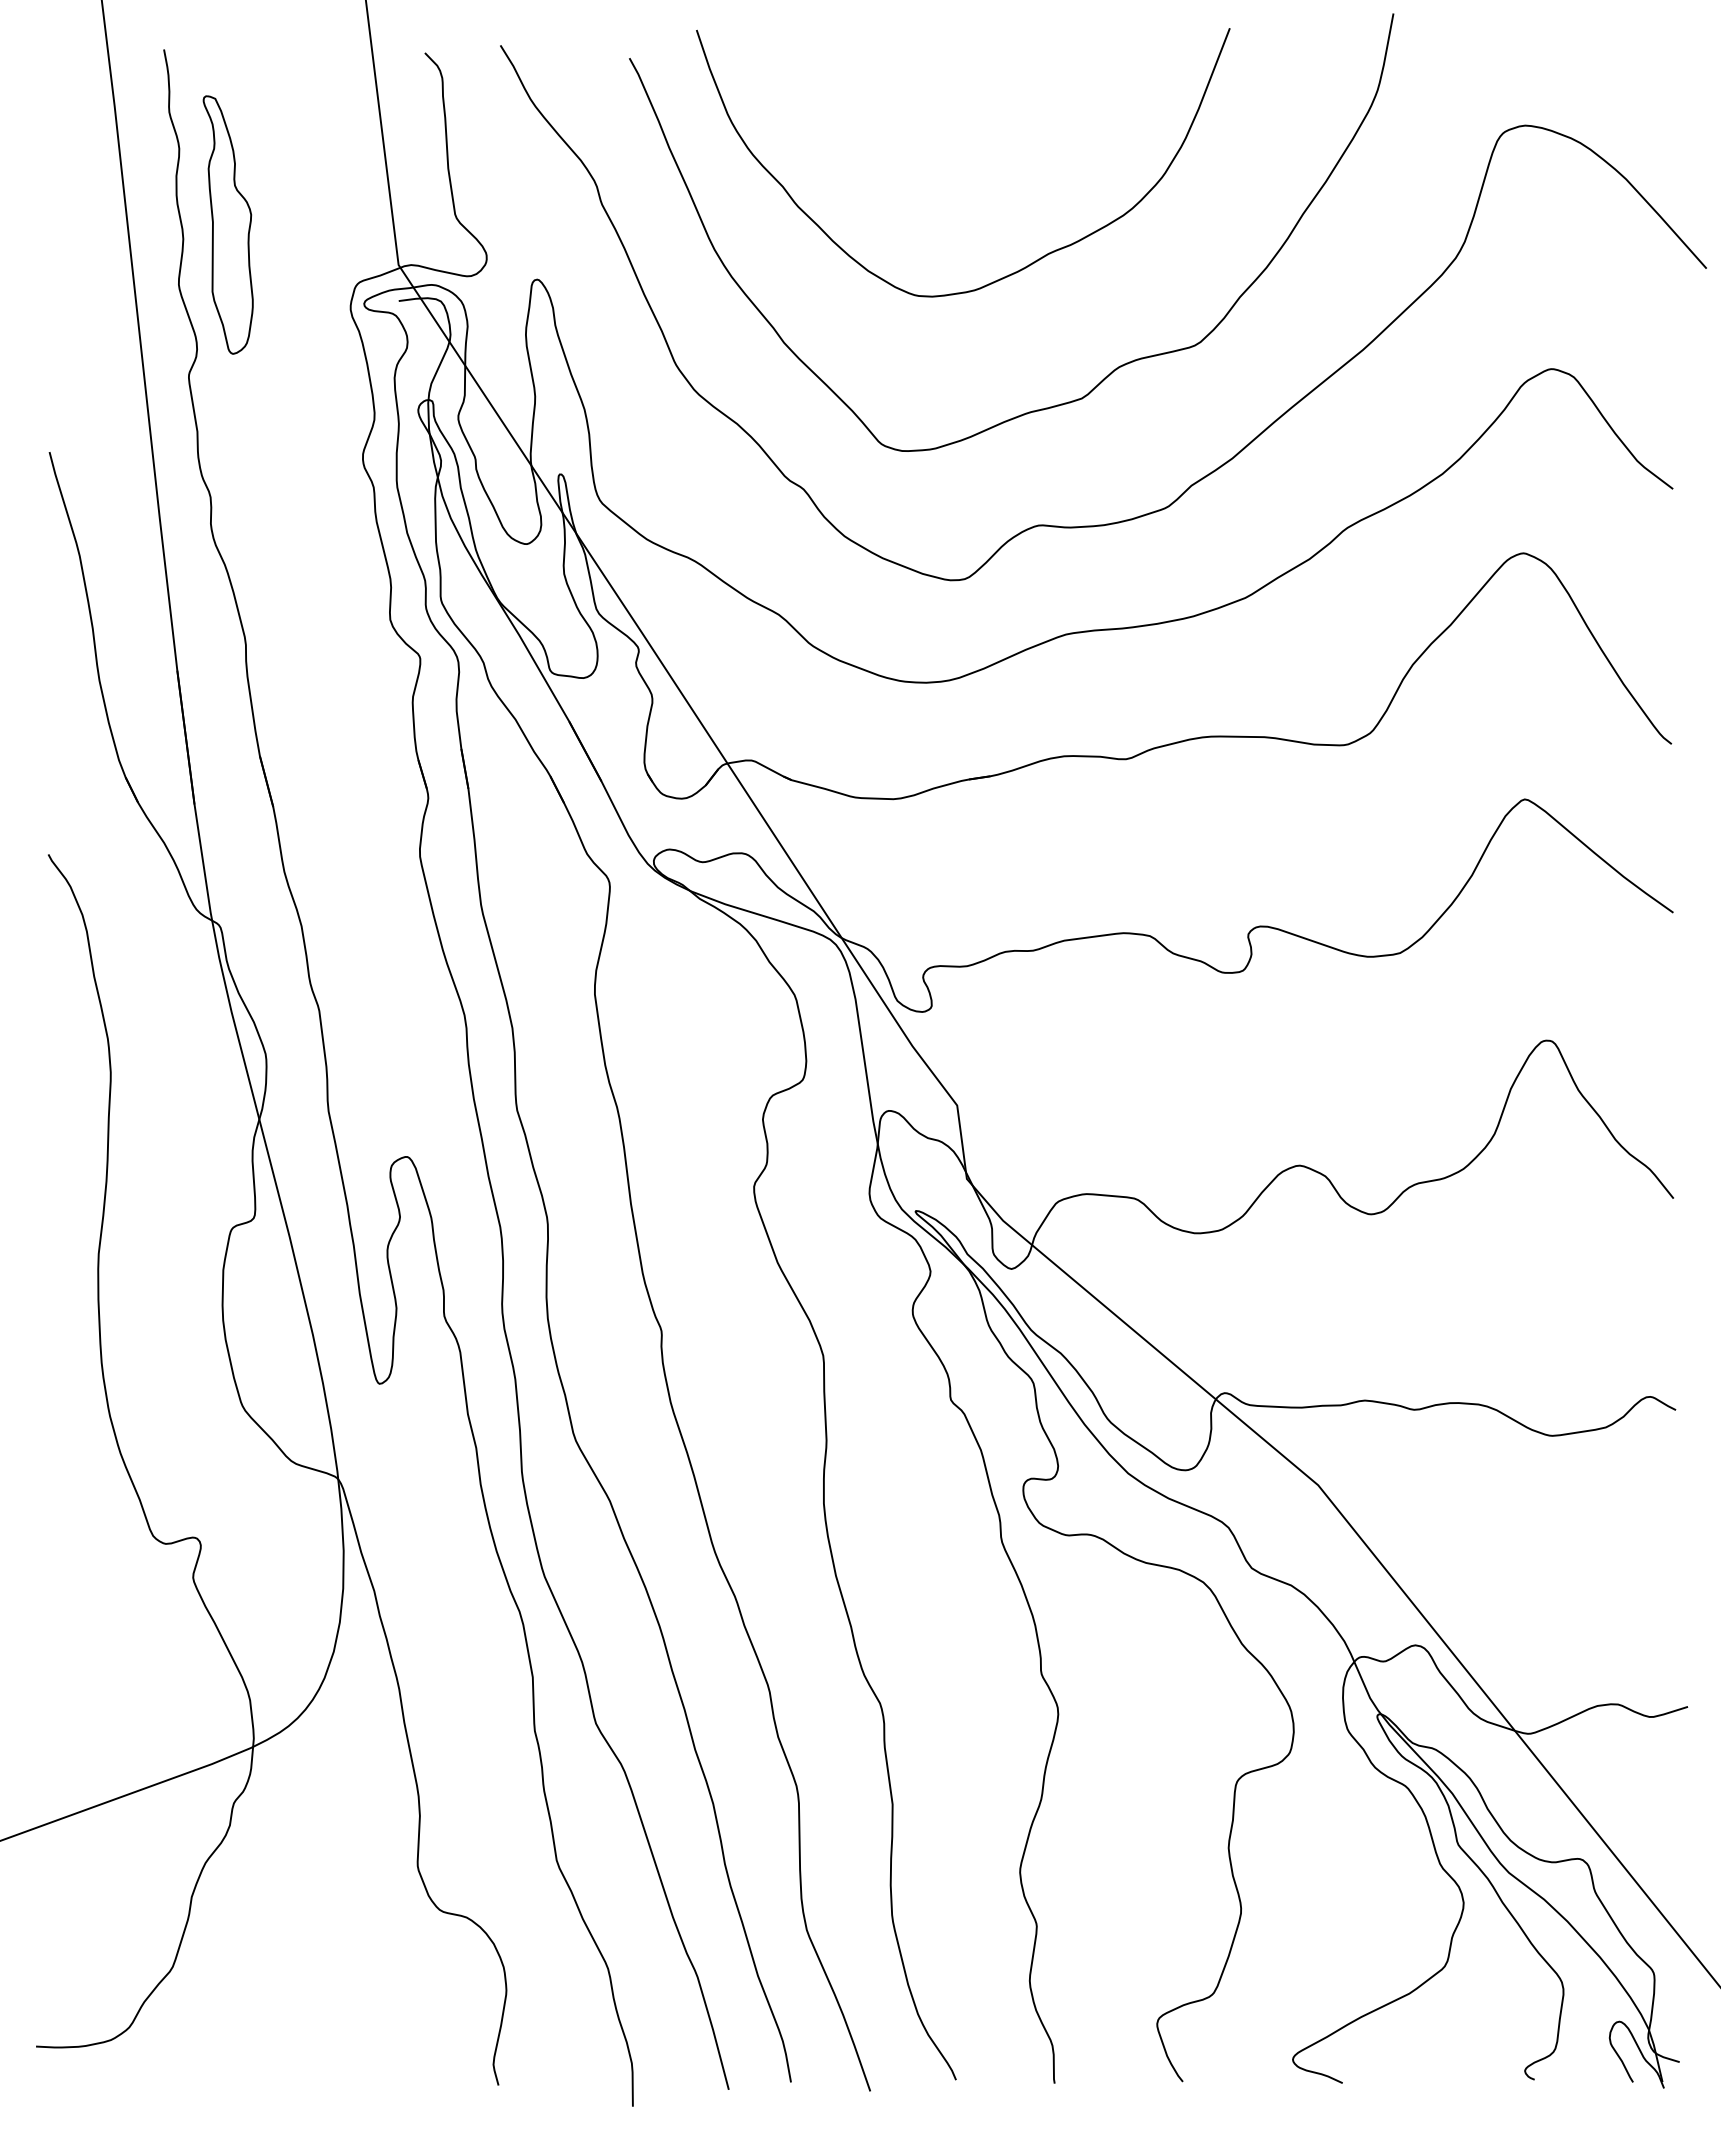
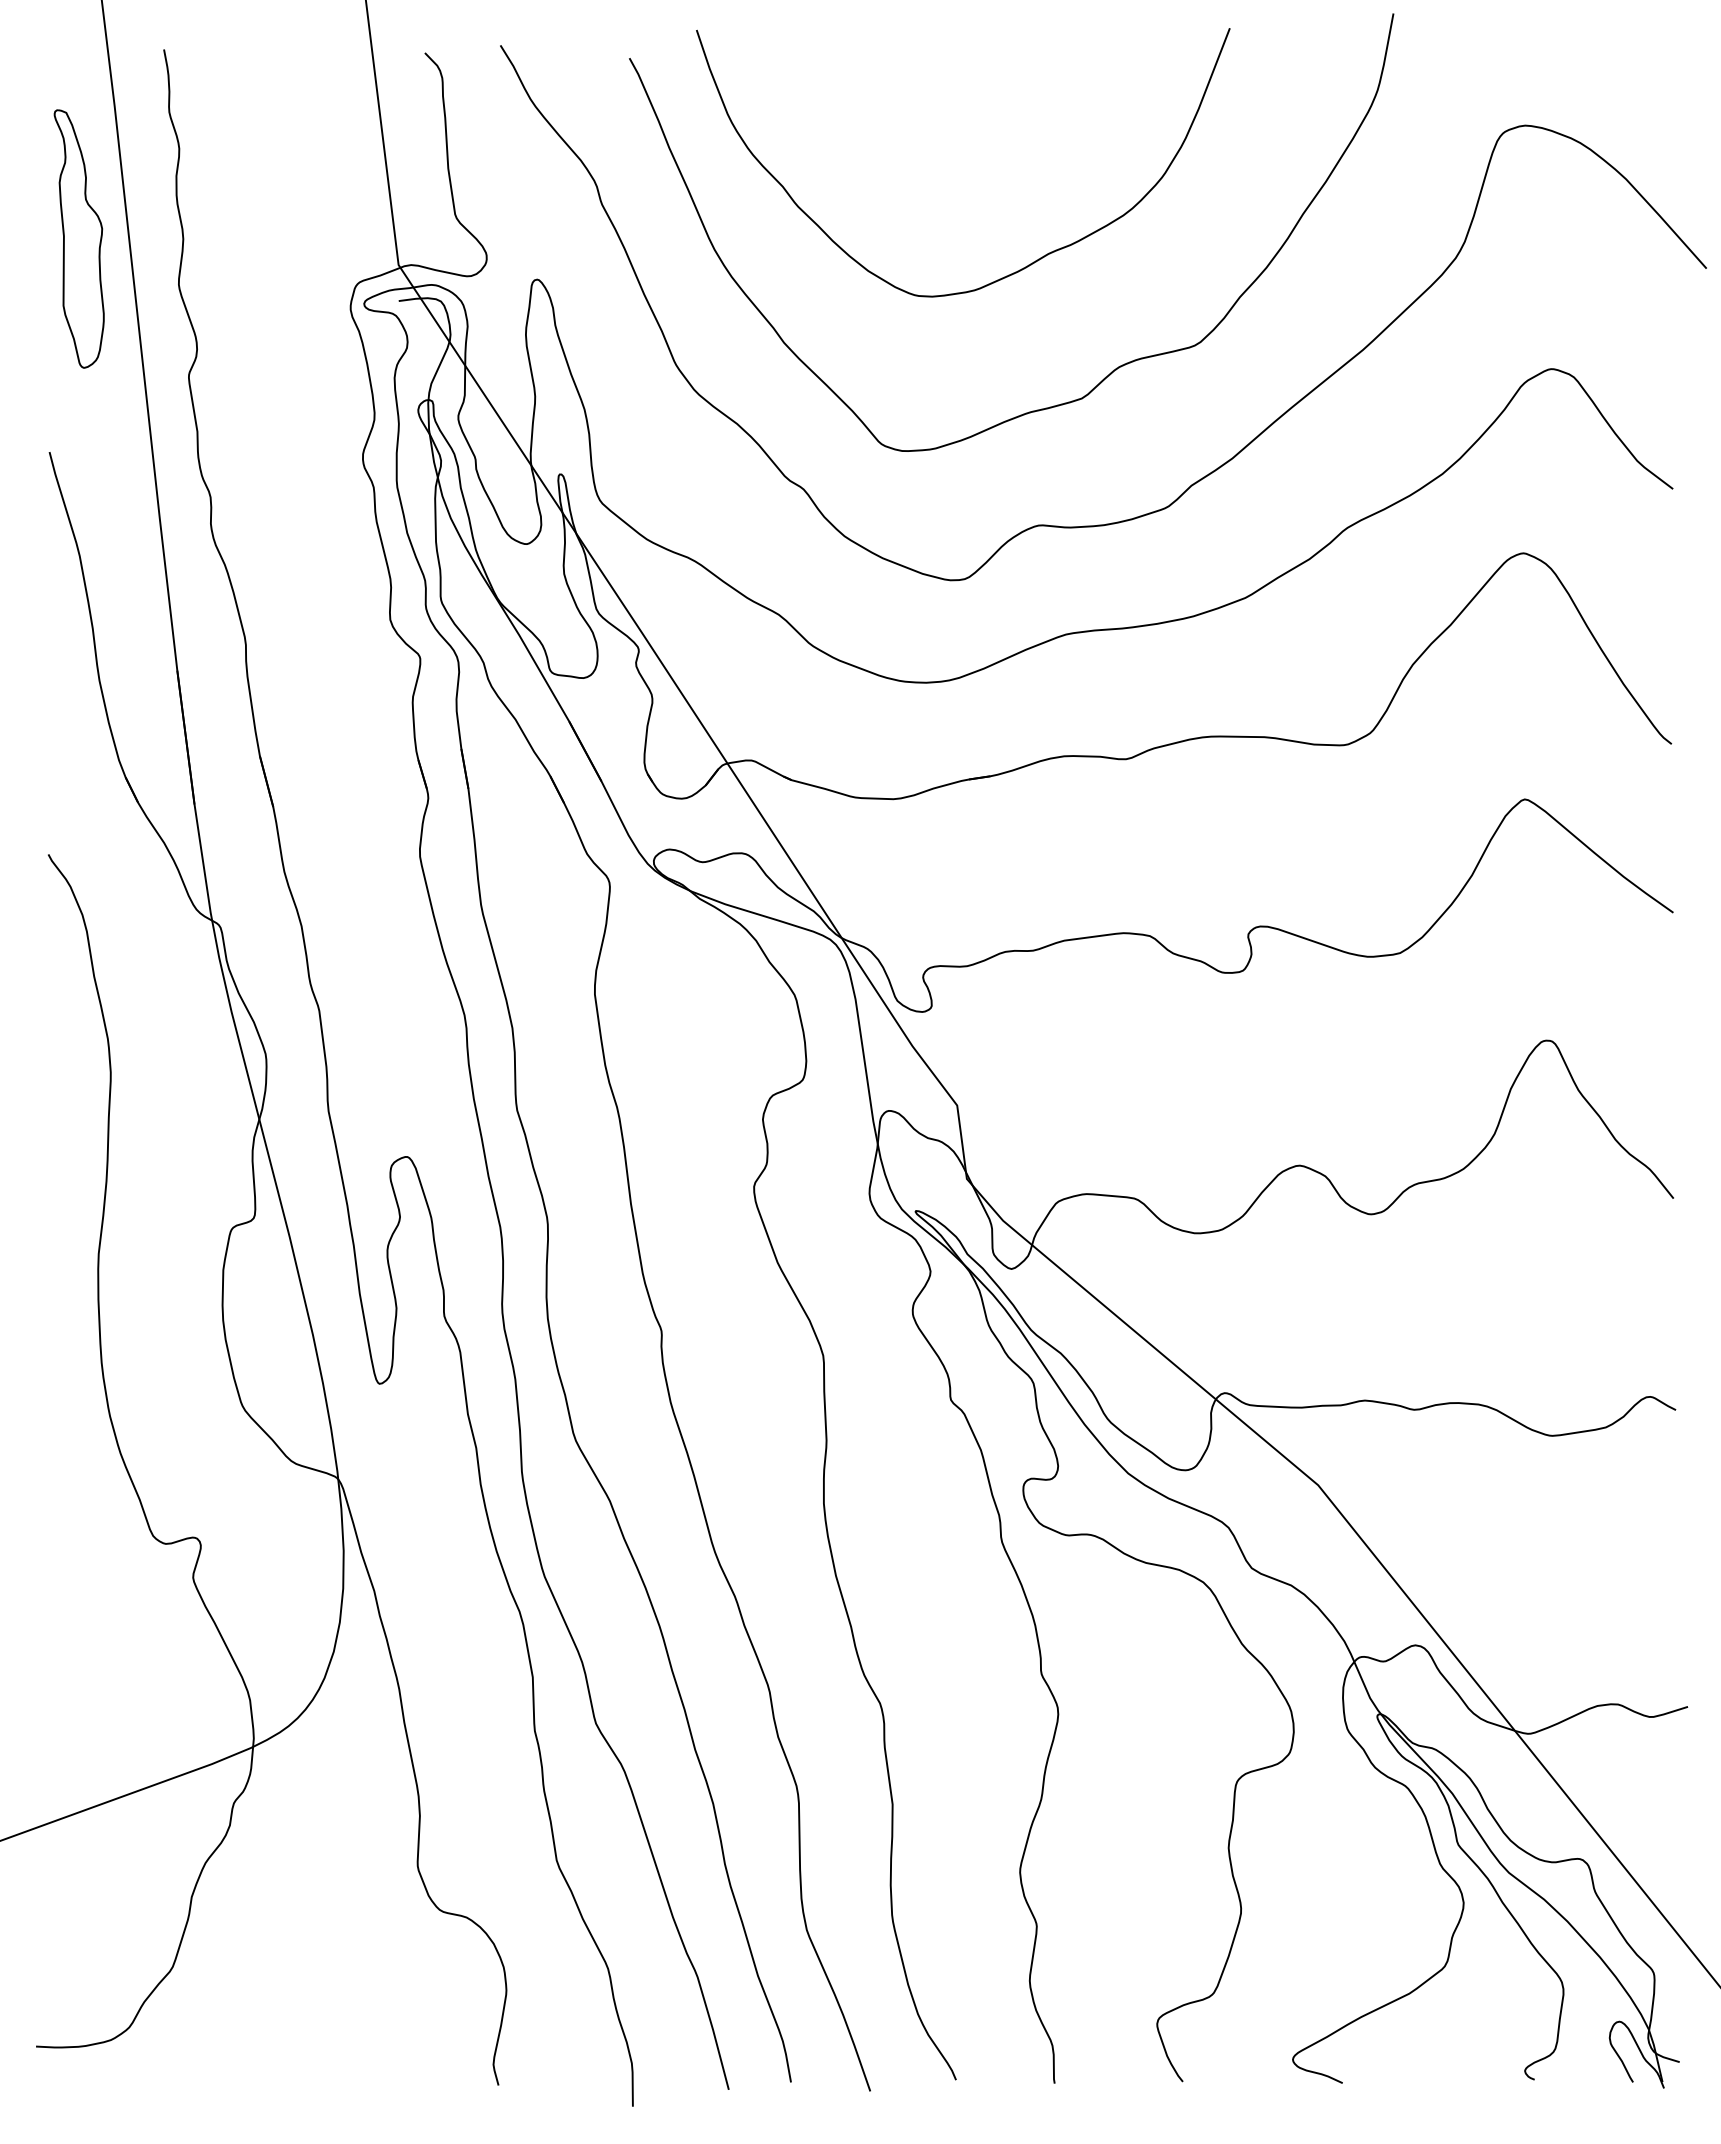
part at (227, 224) position: (227, 224) -> (78, 238)
